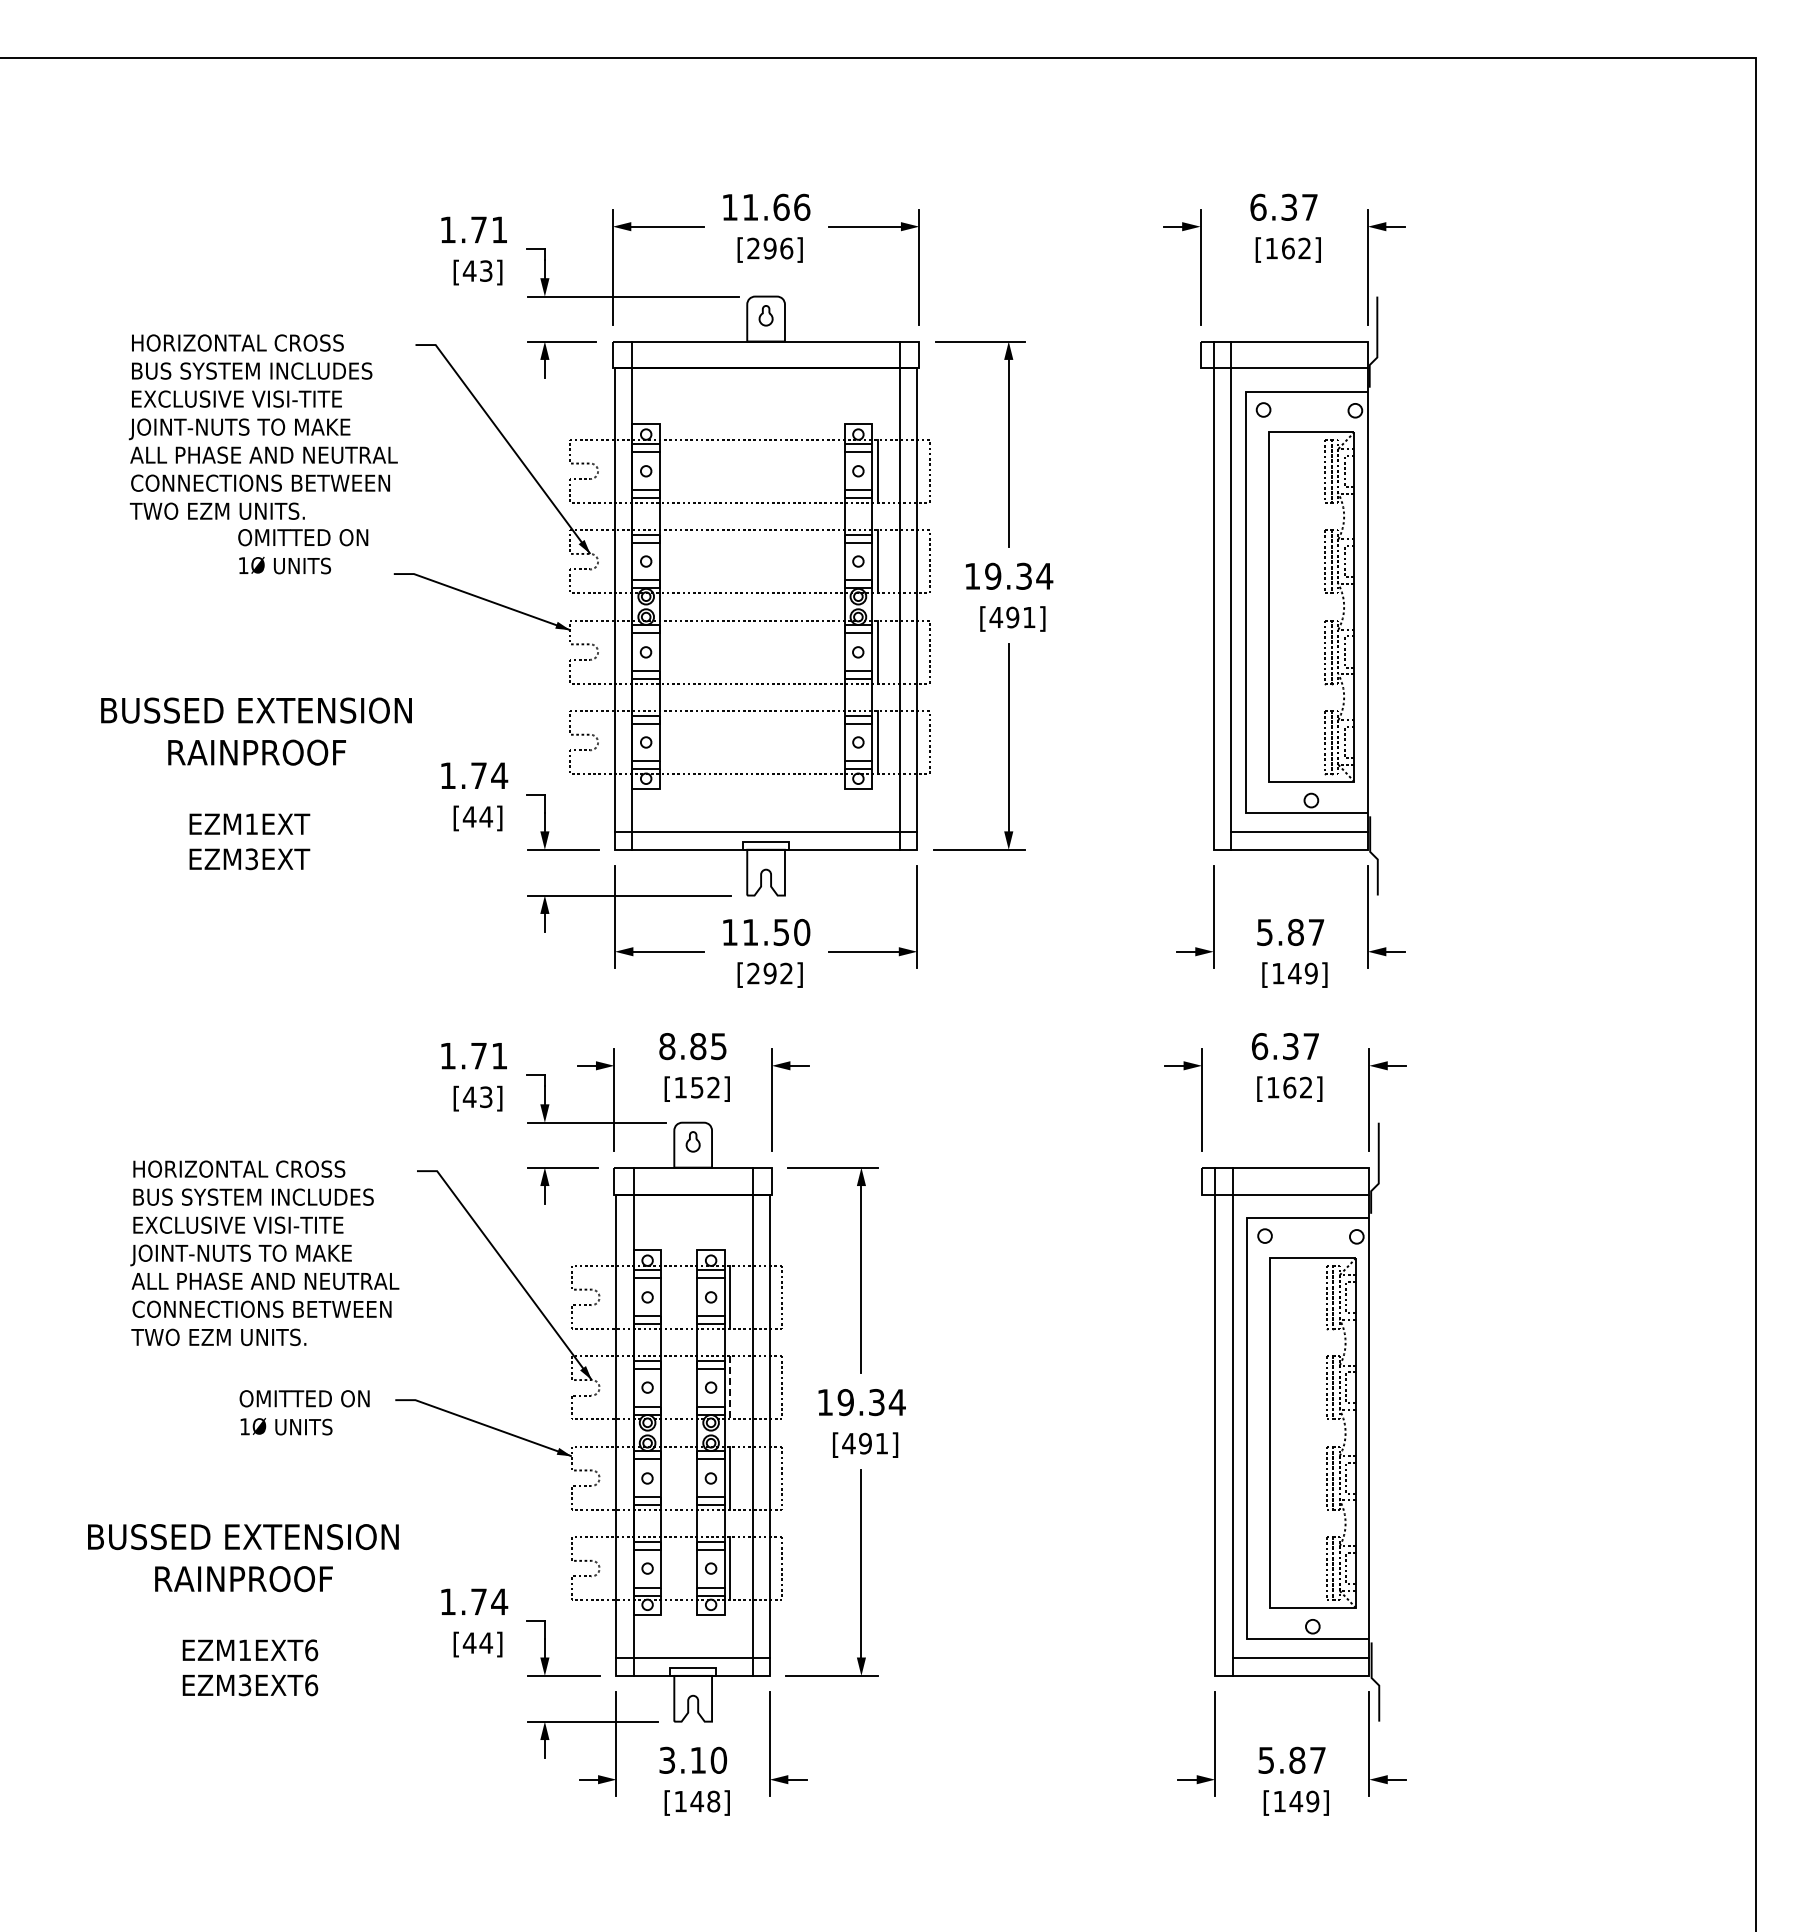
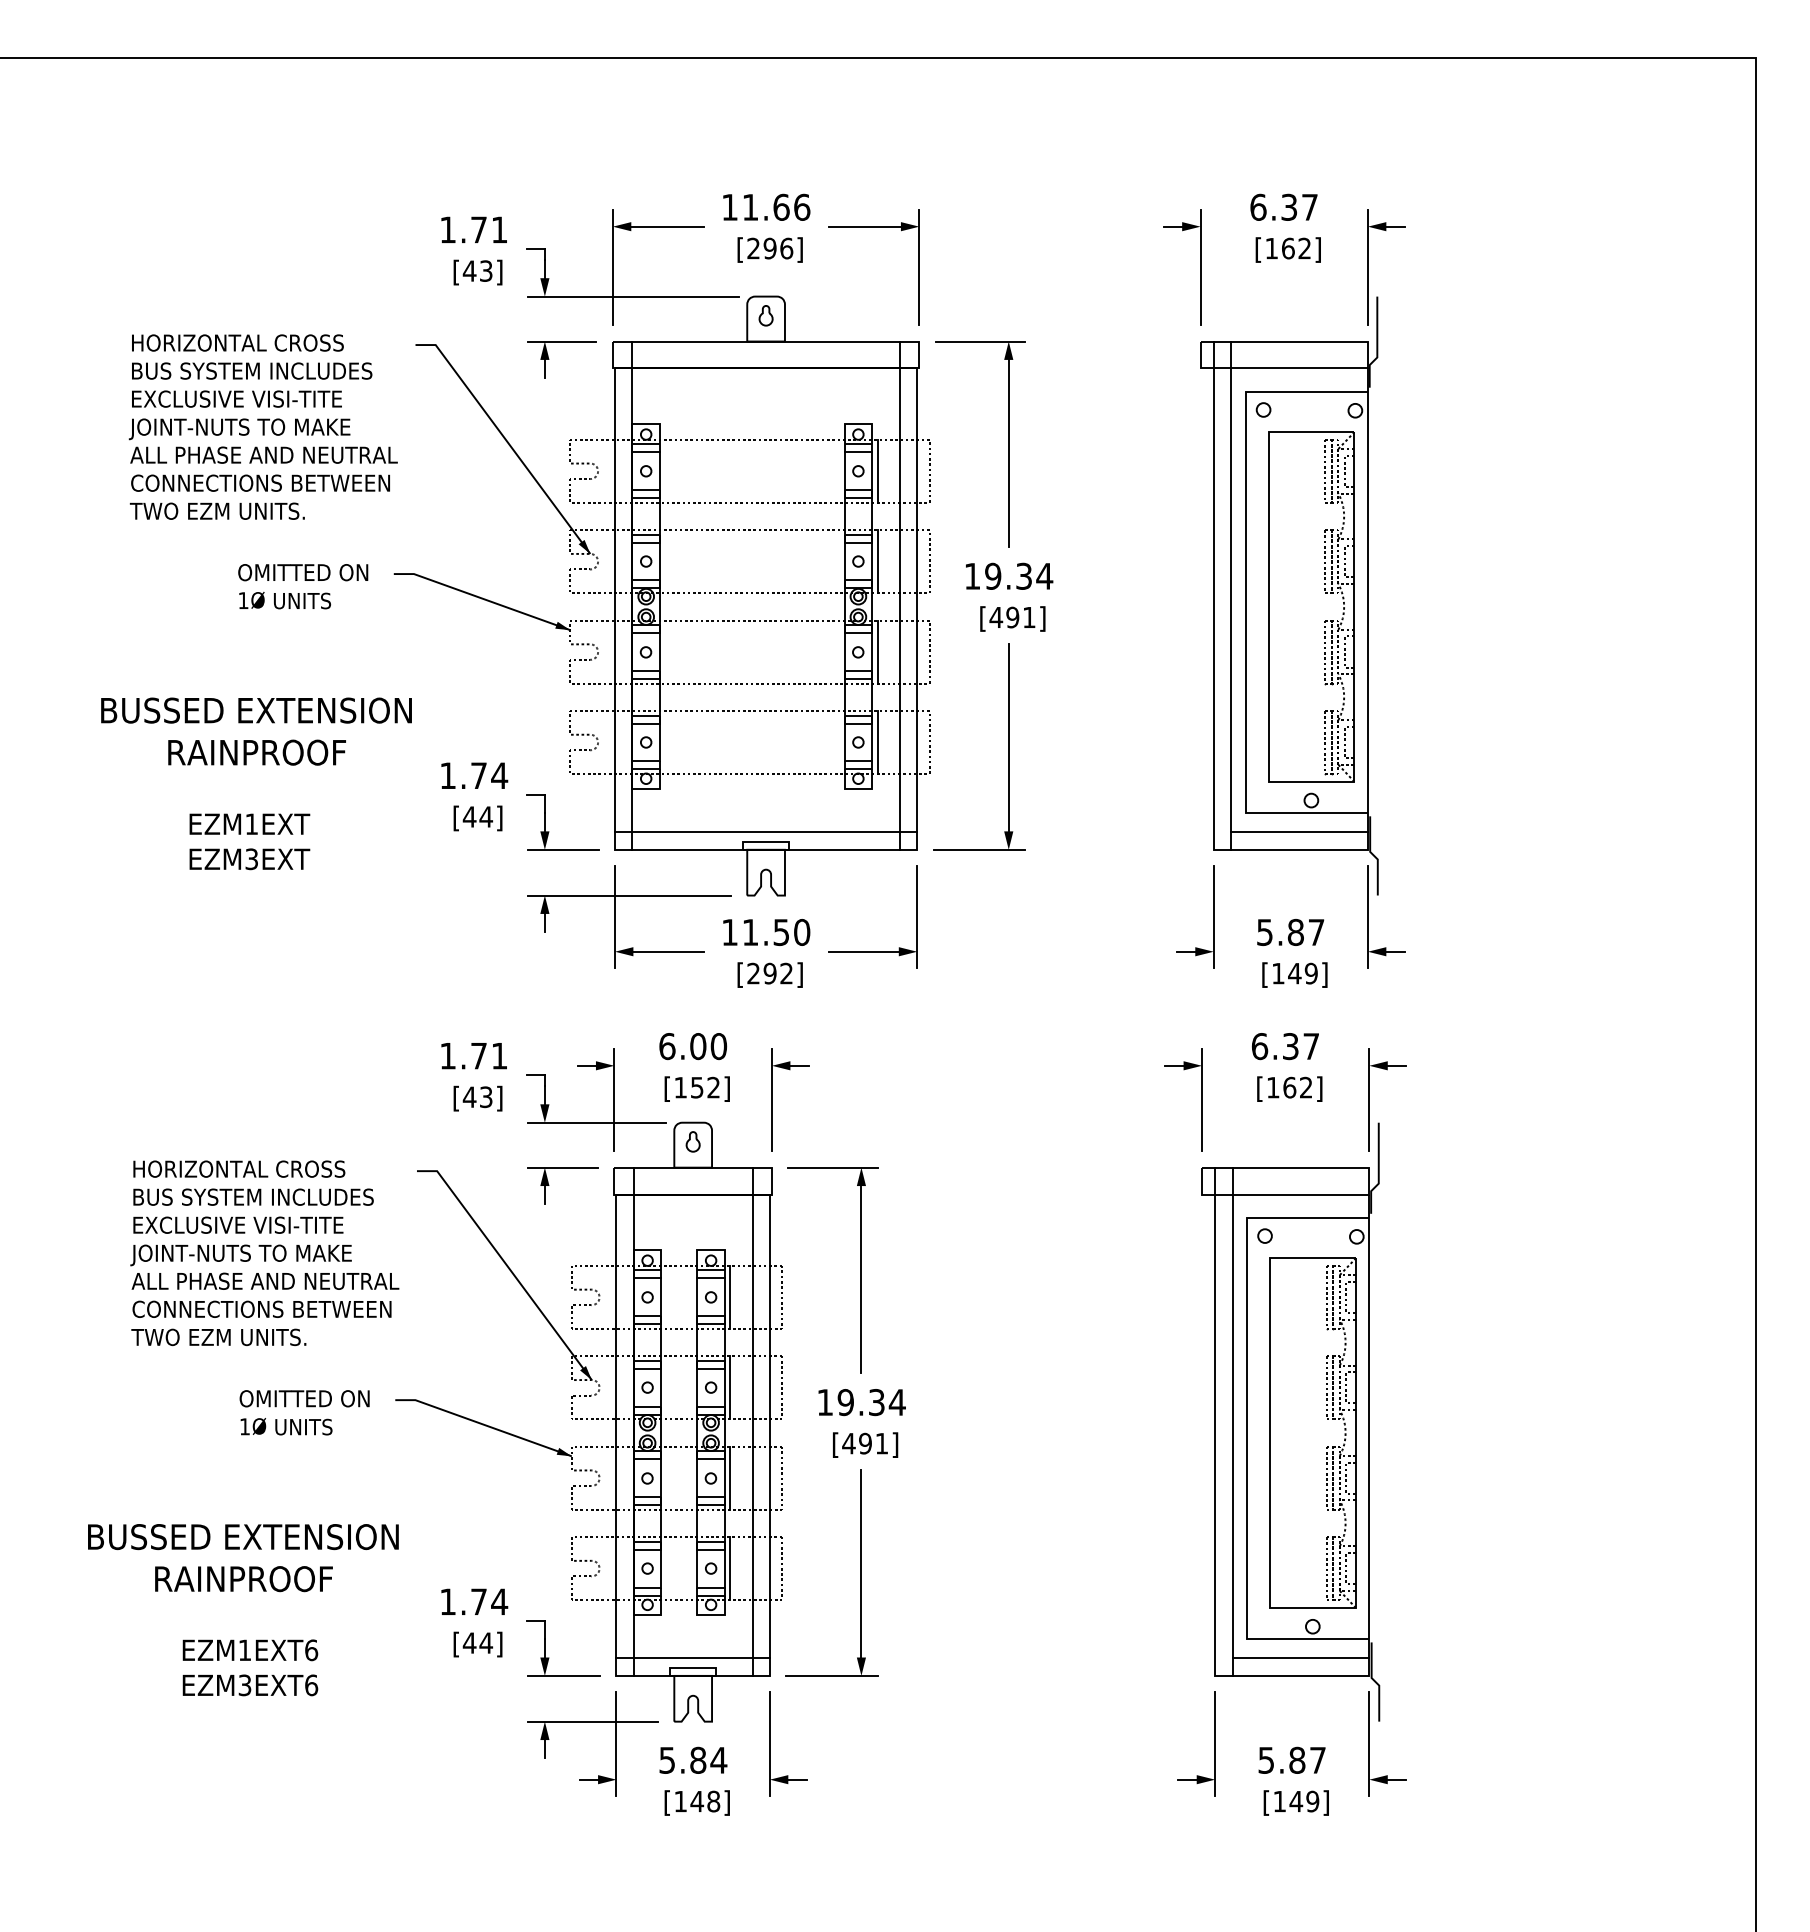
text at (303, 551) position: (303, 551) -> (303, 586)
text at (693, 1046): 8.85 -> 6.00
line at (730, 1387): dashed -> solid
text at (693, 1759): 3.10 -> 5.84
